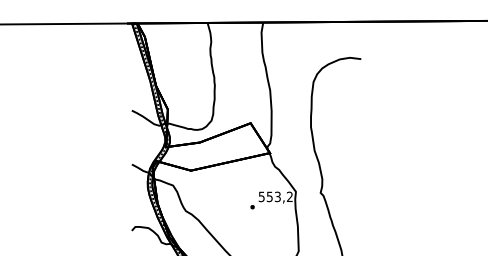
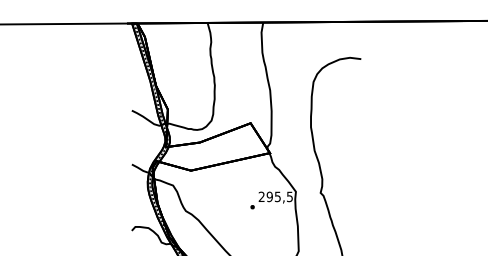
text at (275, 196): 553,2 -> 295,5
